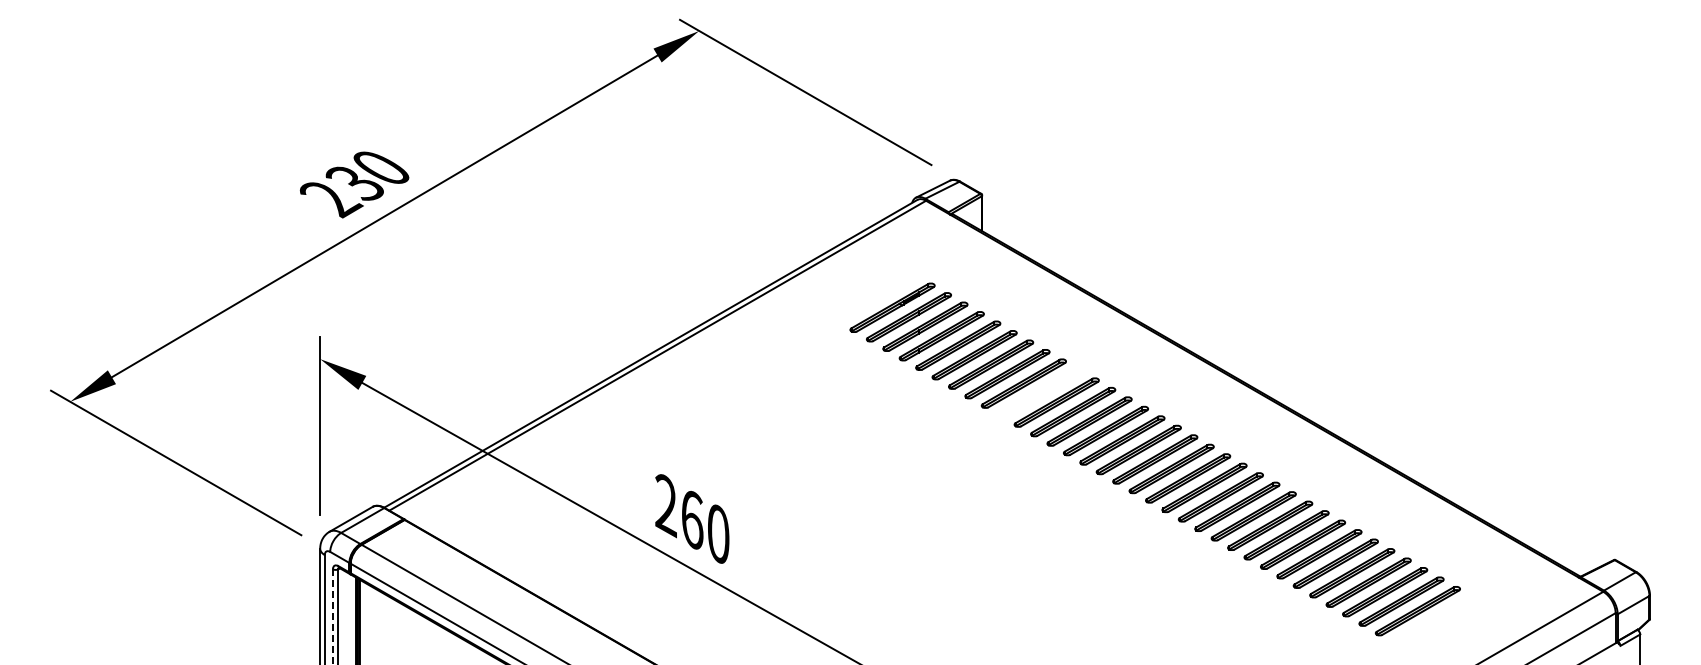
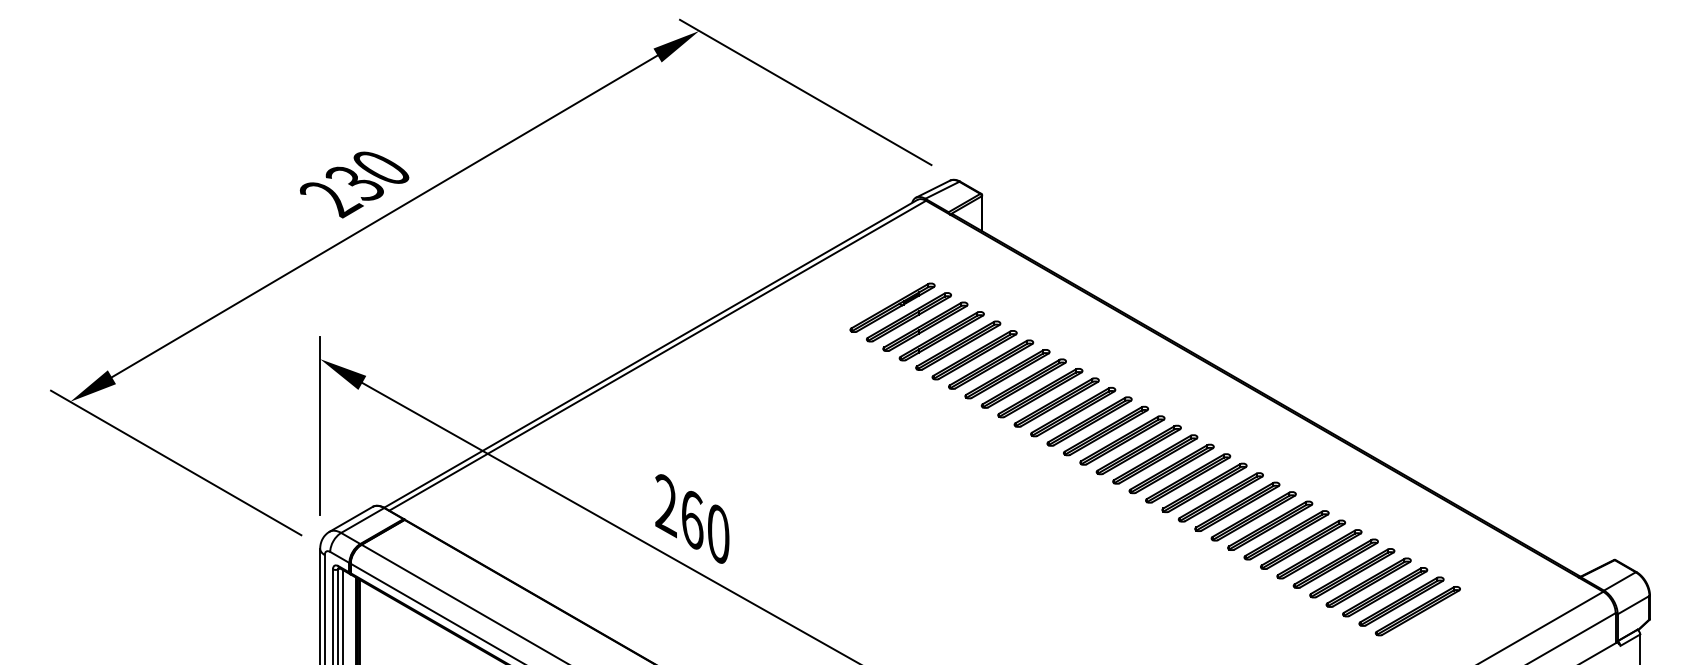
part at (1040, 393): none -> present
line at (342, 615): none -> present
line at (332, 617): dashed -> solid
